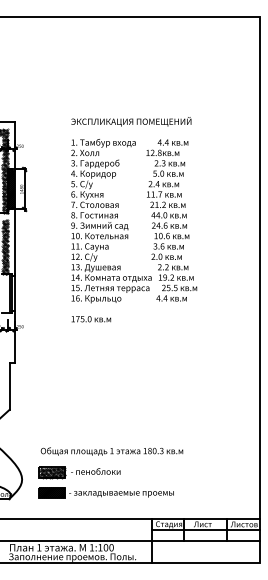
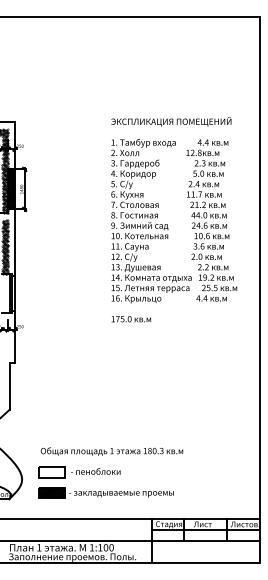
text at (134, 219) position: (134, 219) -> (174, 219)
hatch at (52, 472): present -> none
